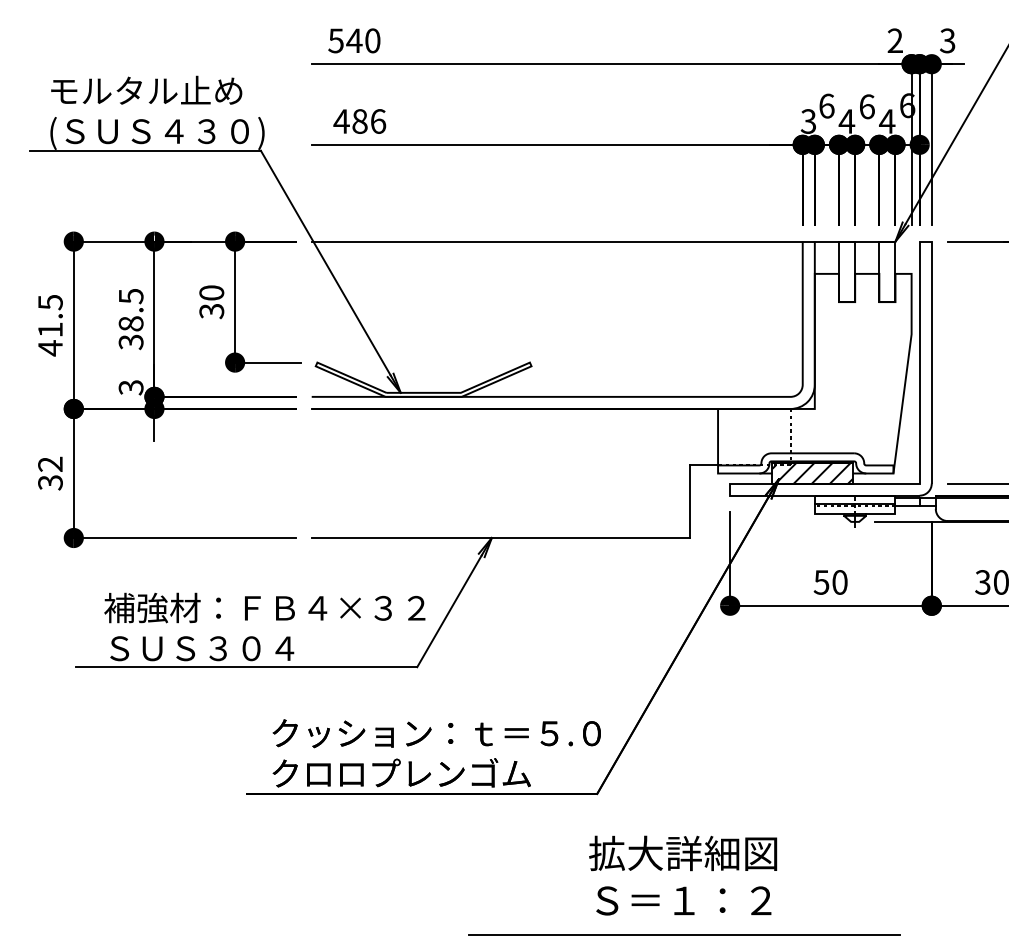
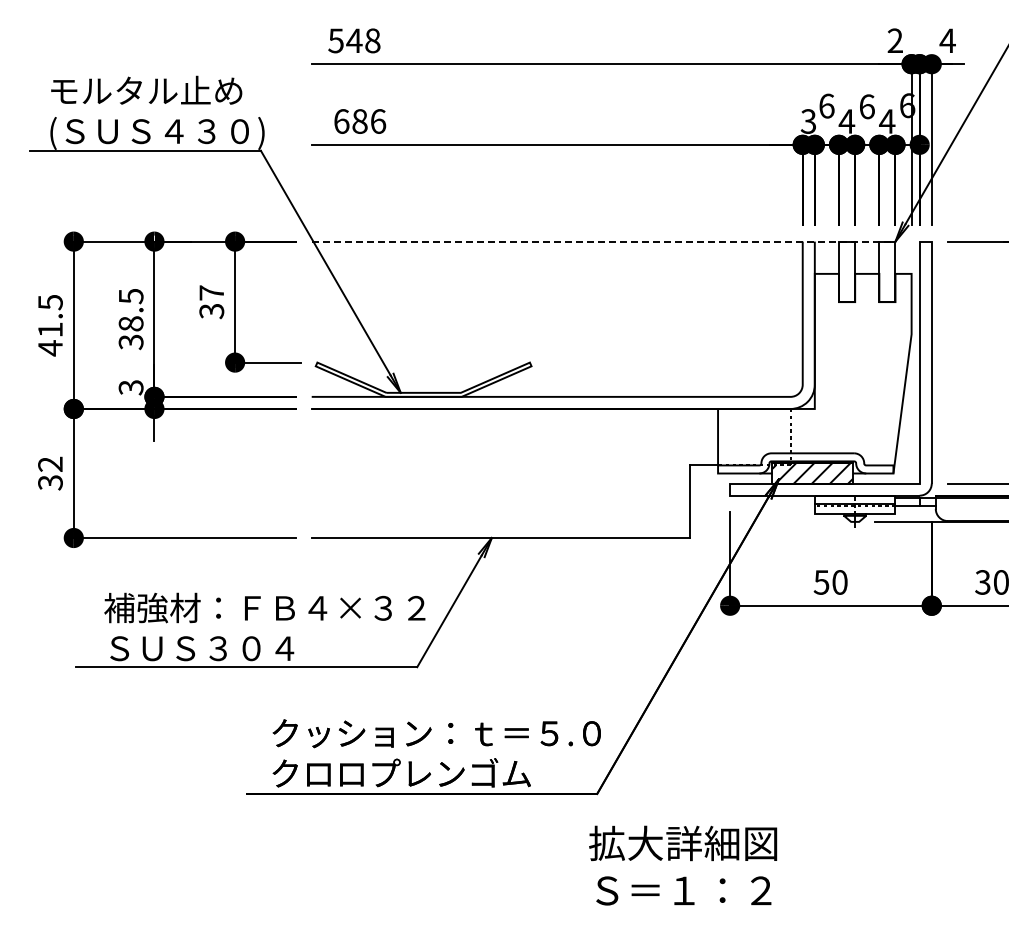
text at (372, 40): 540 -> 548
text at (947, 40): 3 -> 4
text at (341, 121): 486 -> 686
line at (603, 241): solid -> dashed
text at (211, 292): 30 -> 37
text at (683, 875) position: (683, 875) -> (683, 865)
line at (684, 934): present -> none
